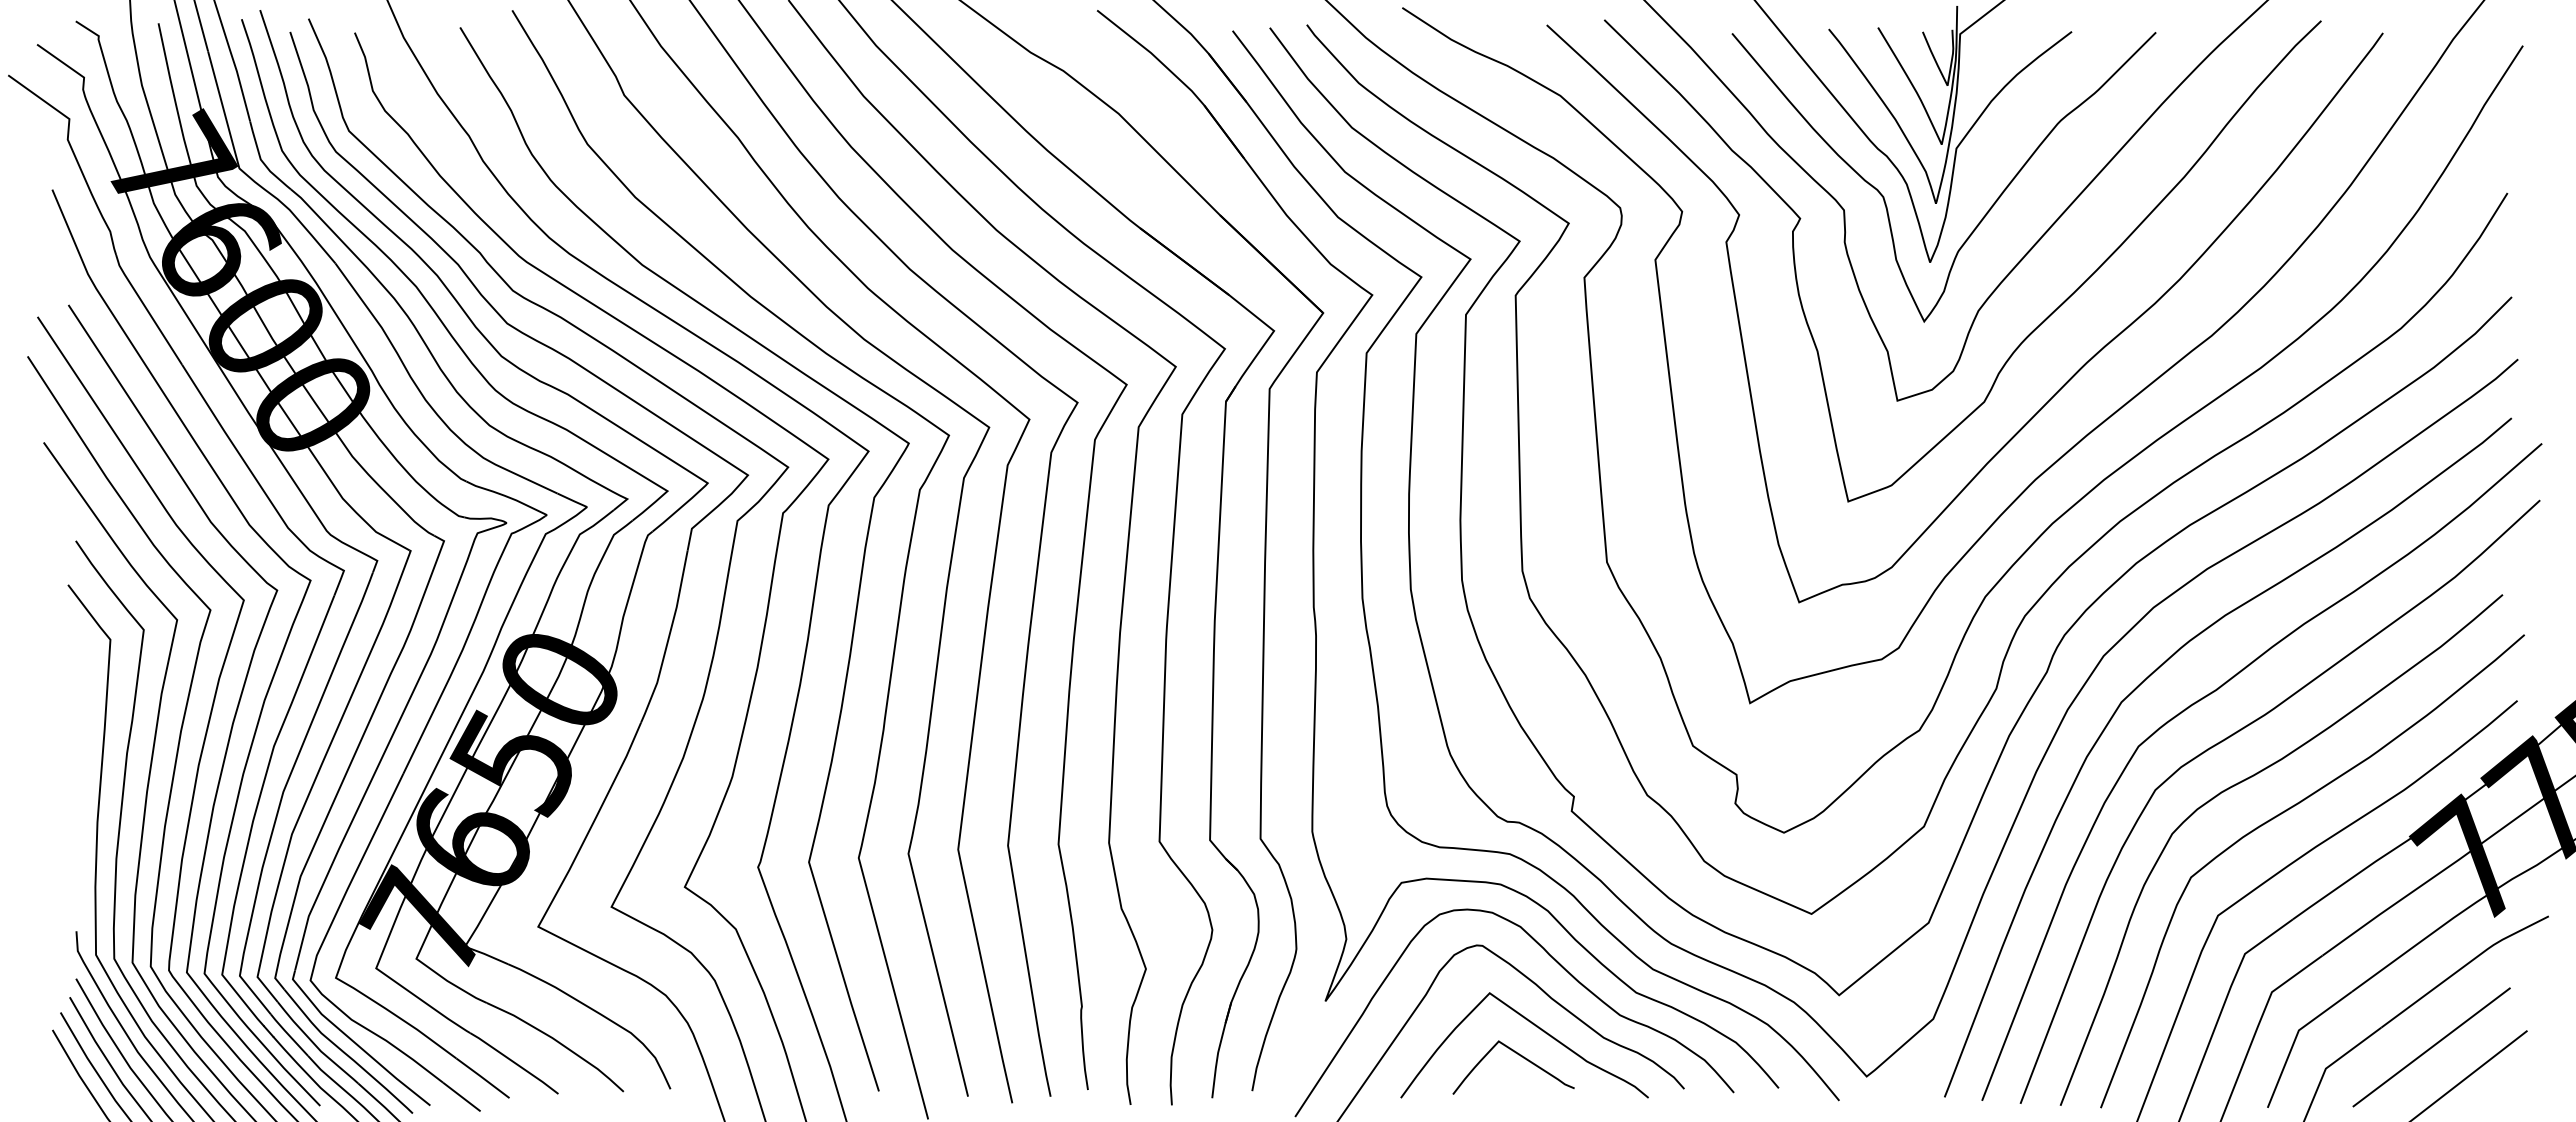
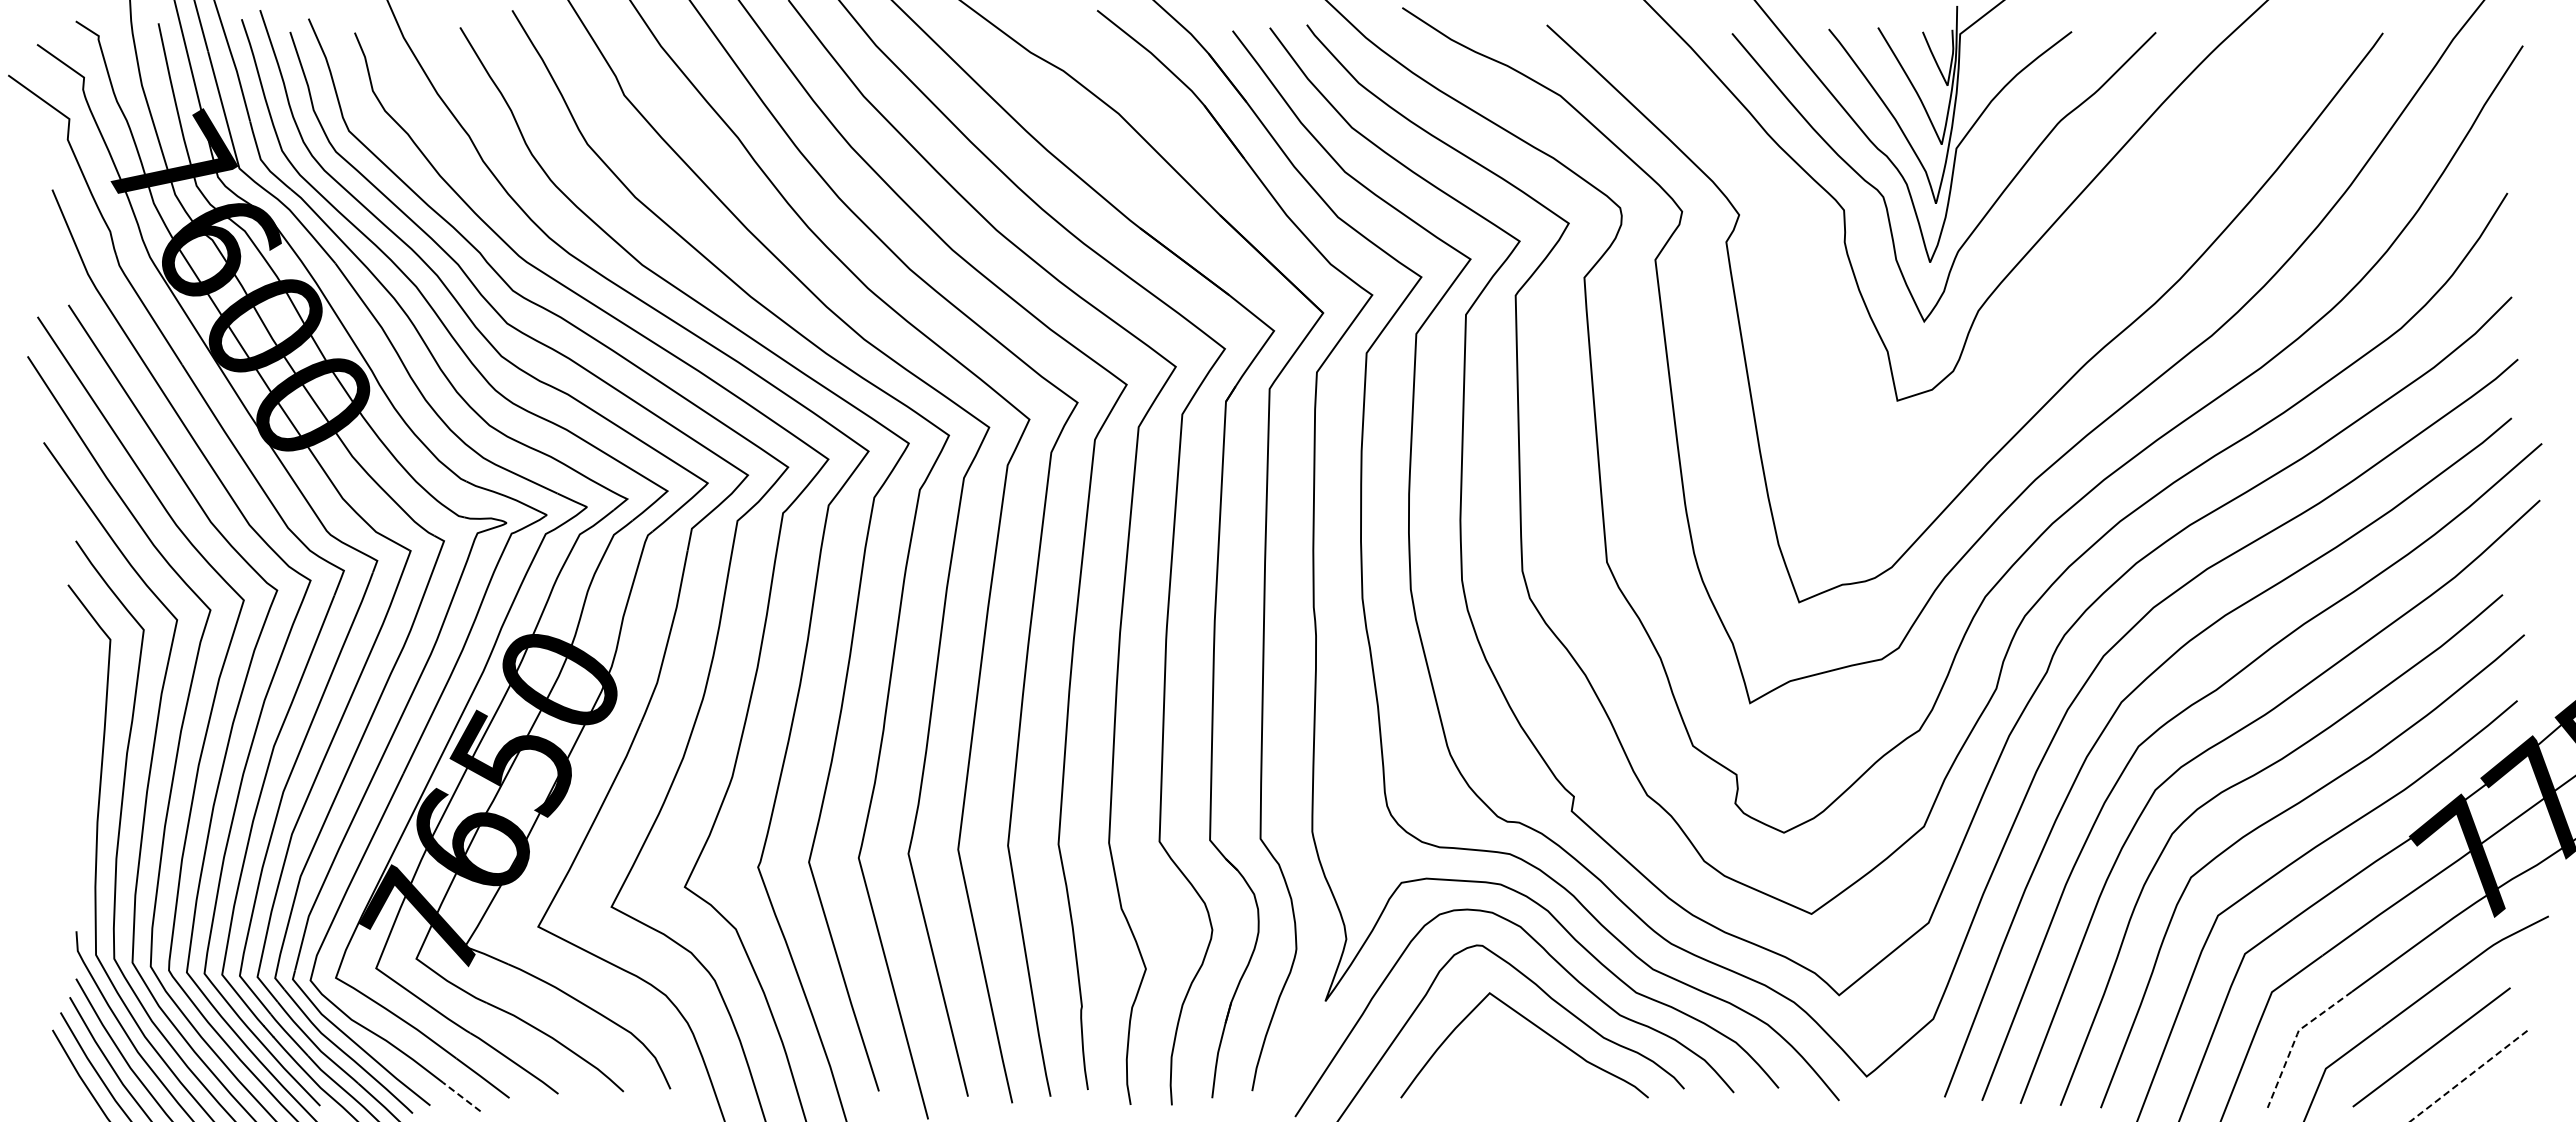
curve at (2032, 330): present -> none
line at (2295, 1038): solid -> dashed
curve at (1521, 1057): present -> none
line at (2468, 1076): solid -> dashed
line at (461, 1097): solid -> dashed
